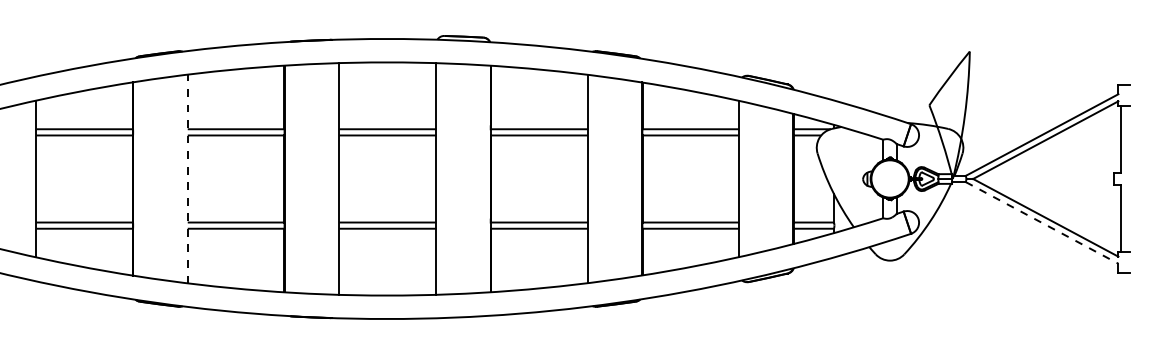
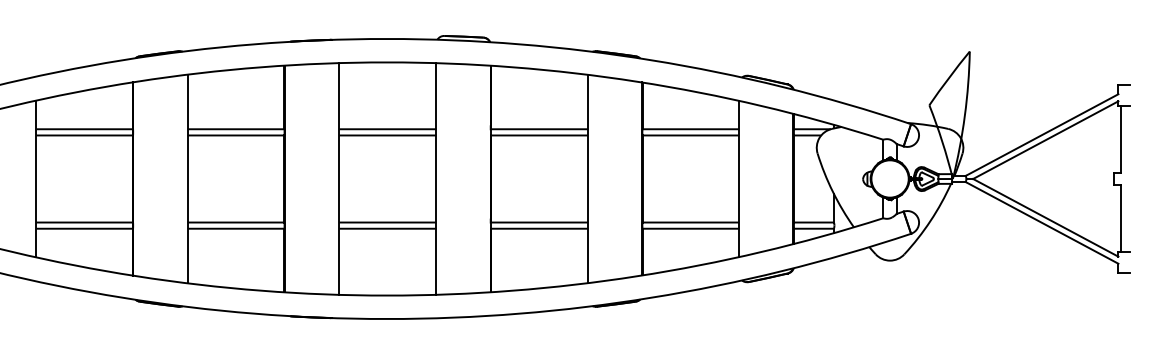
line at (187, 178): dashed -> solid
line at (1042, 222): dashed -> solid
